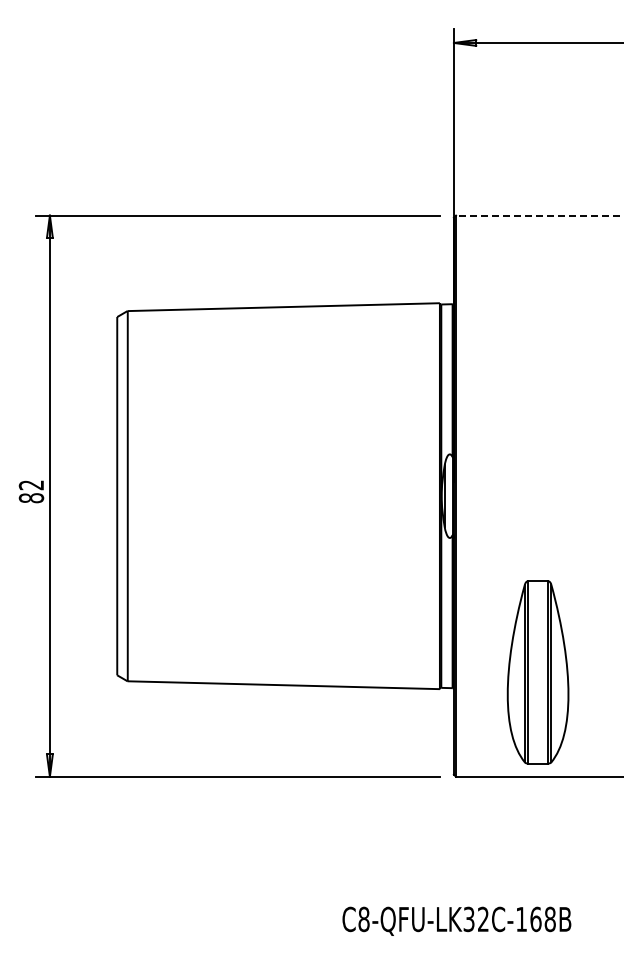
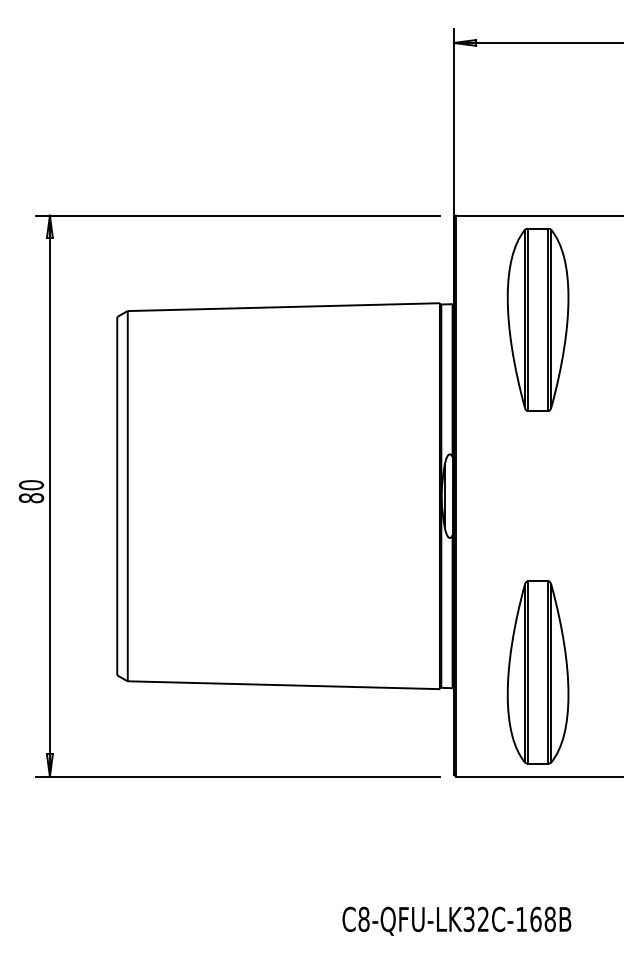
line at (539, 215): dashed -> solid
part at (537, 319): none -> present
text at (31, 485): 82 -> 80
